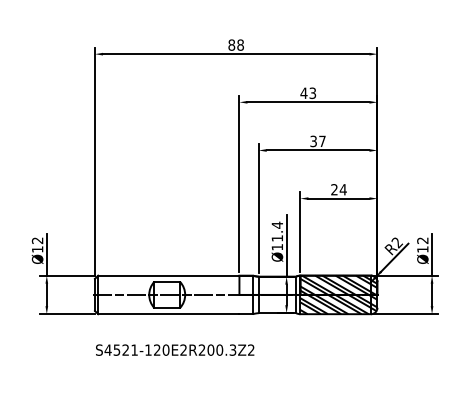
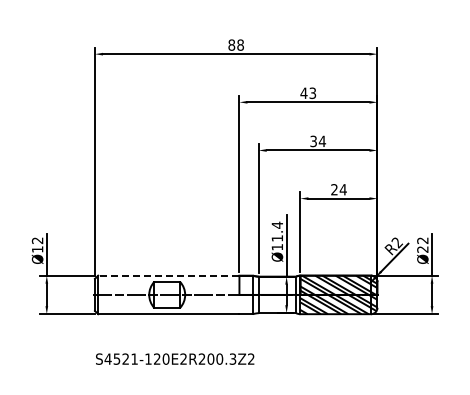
text at (322, 140): 37 -> 34
text at (422, 249): Ø12 -> Ø22
line at (168, 275): solid -> dashed
text at (175, 349) position: (175, 349) -> (175, 358)
